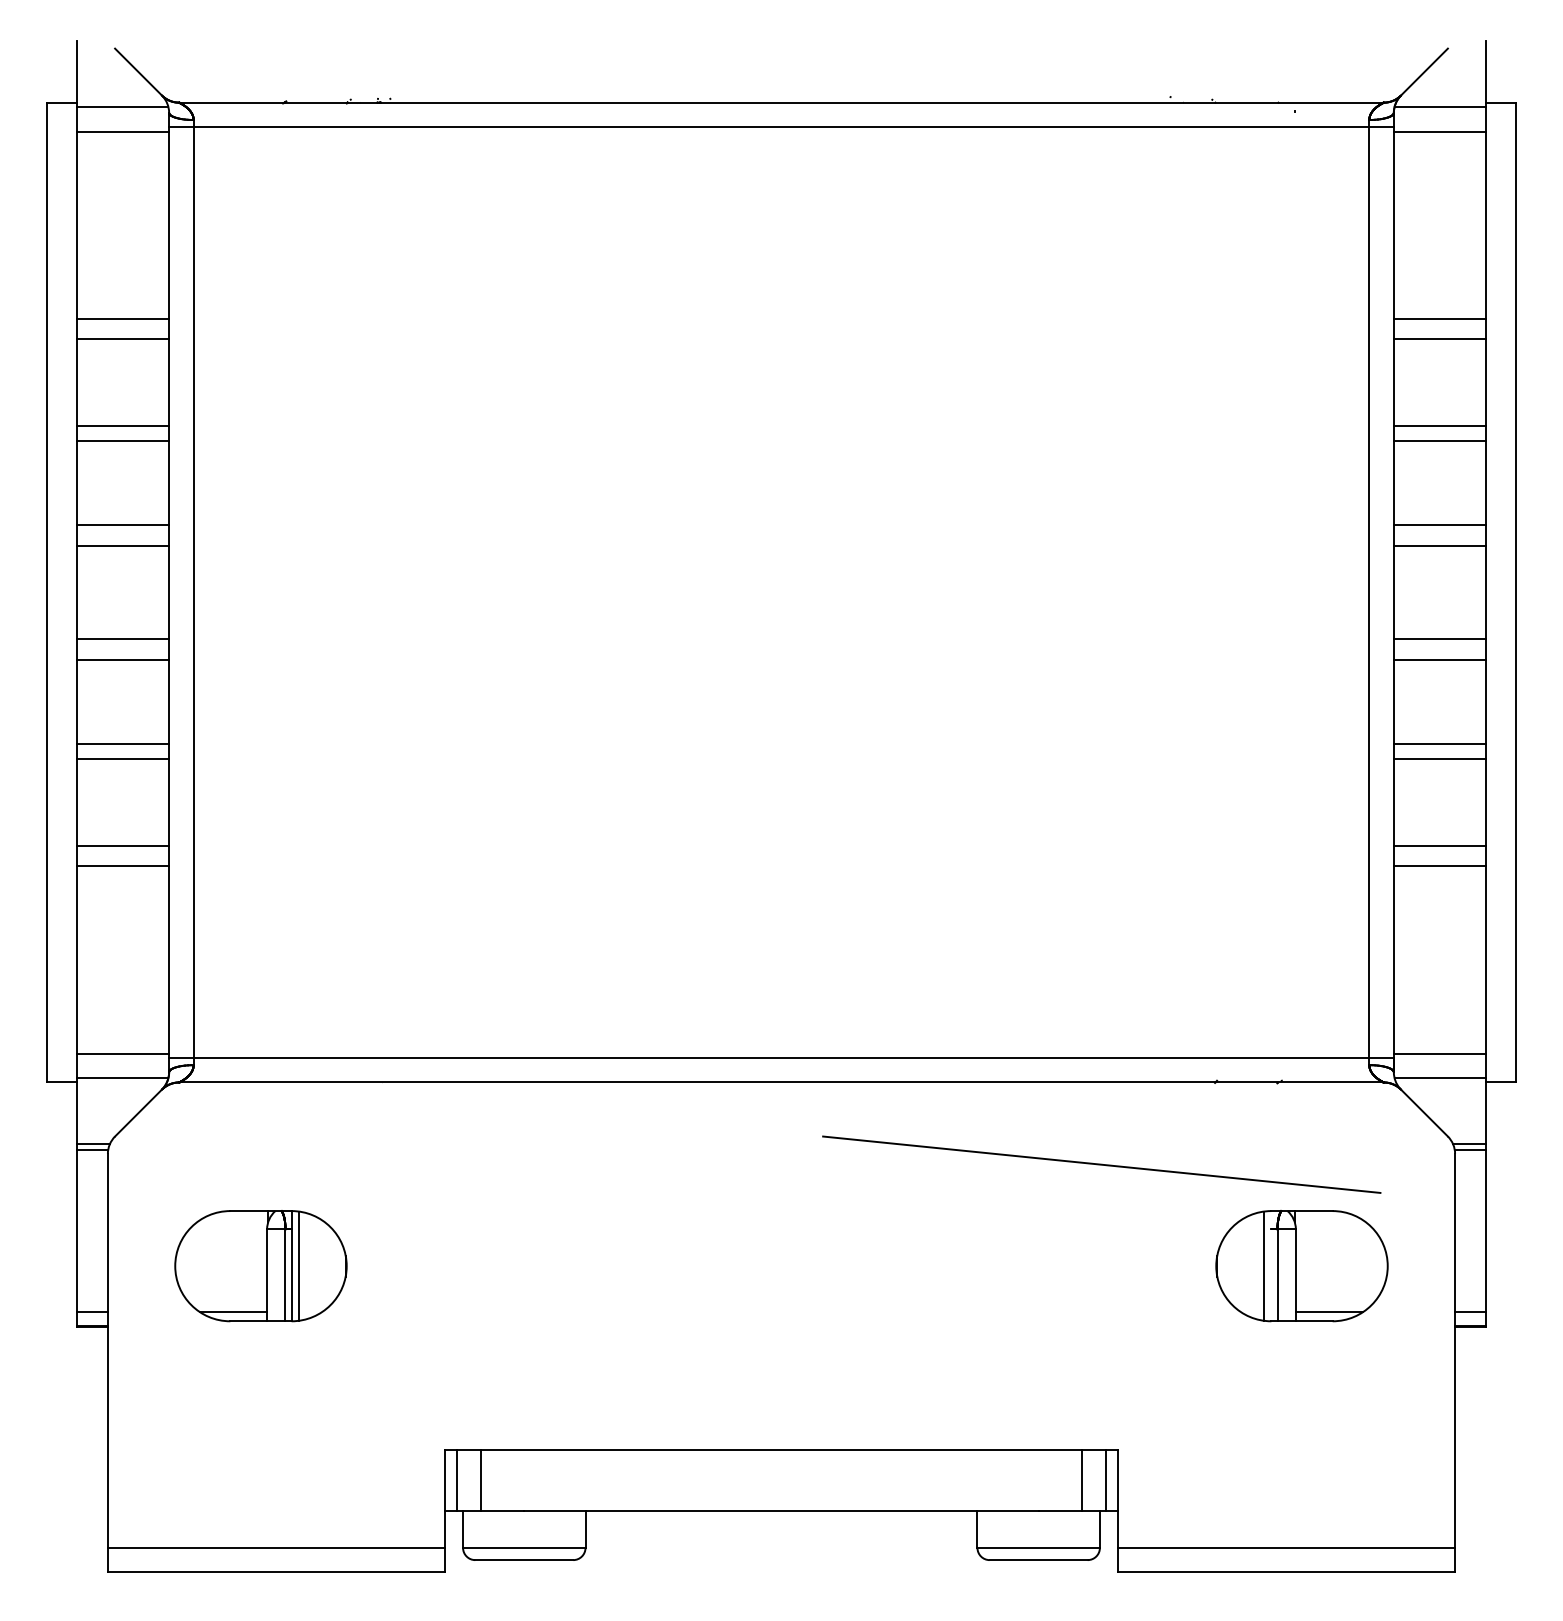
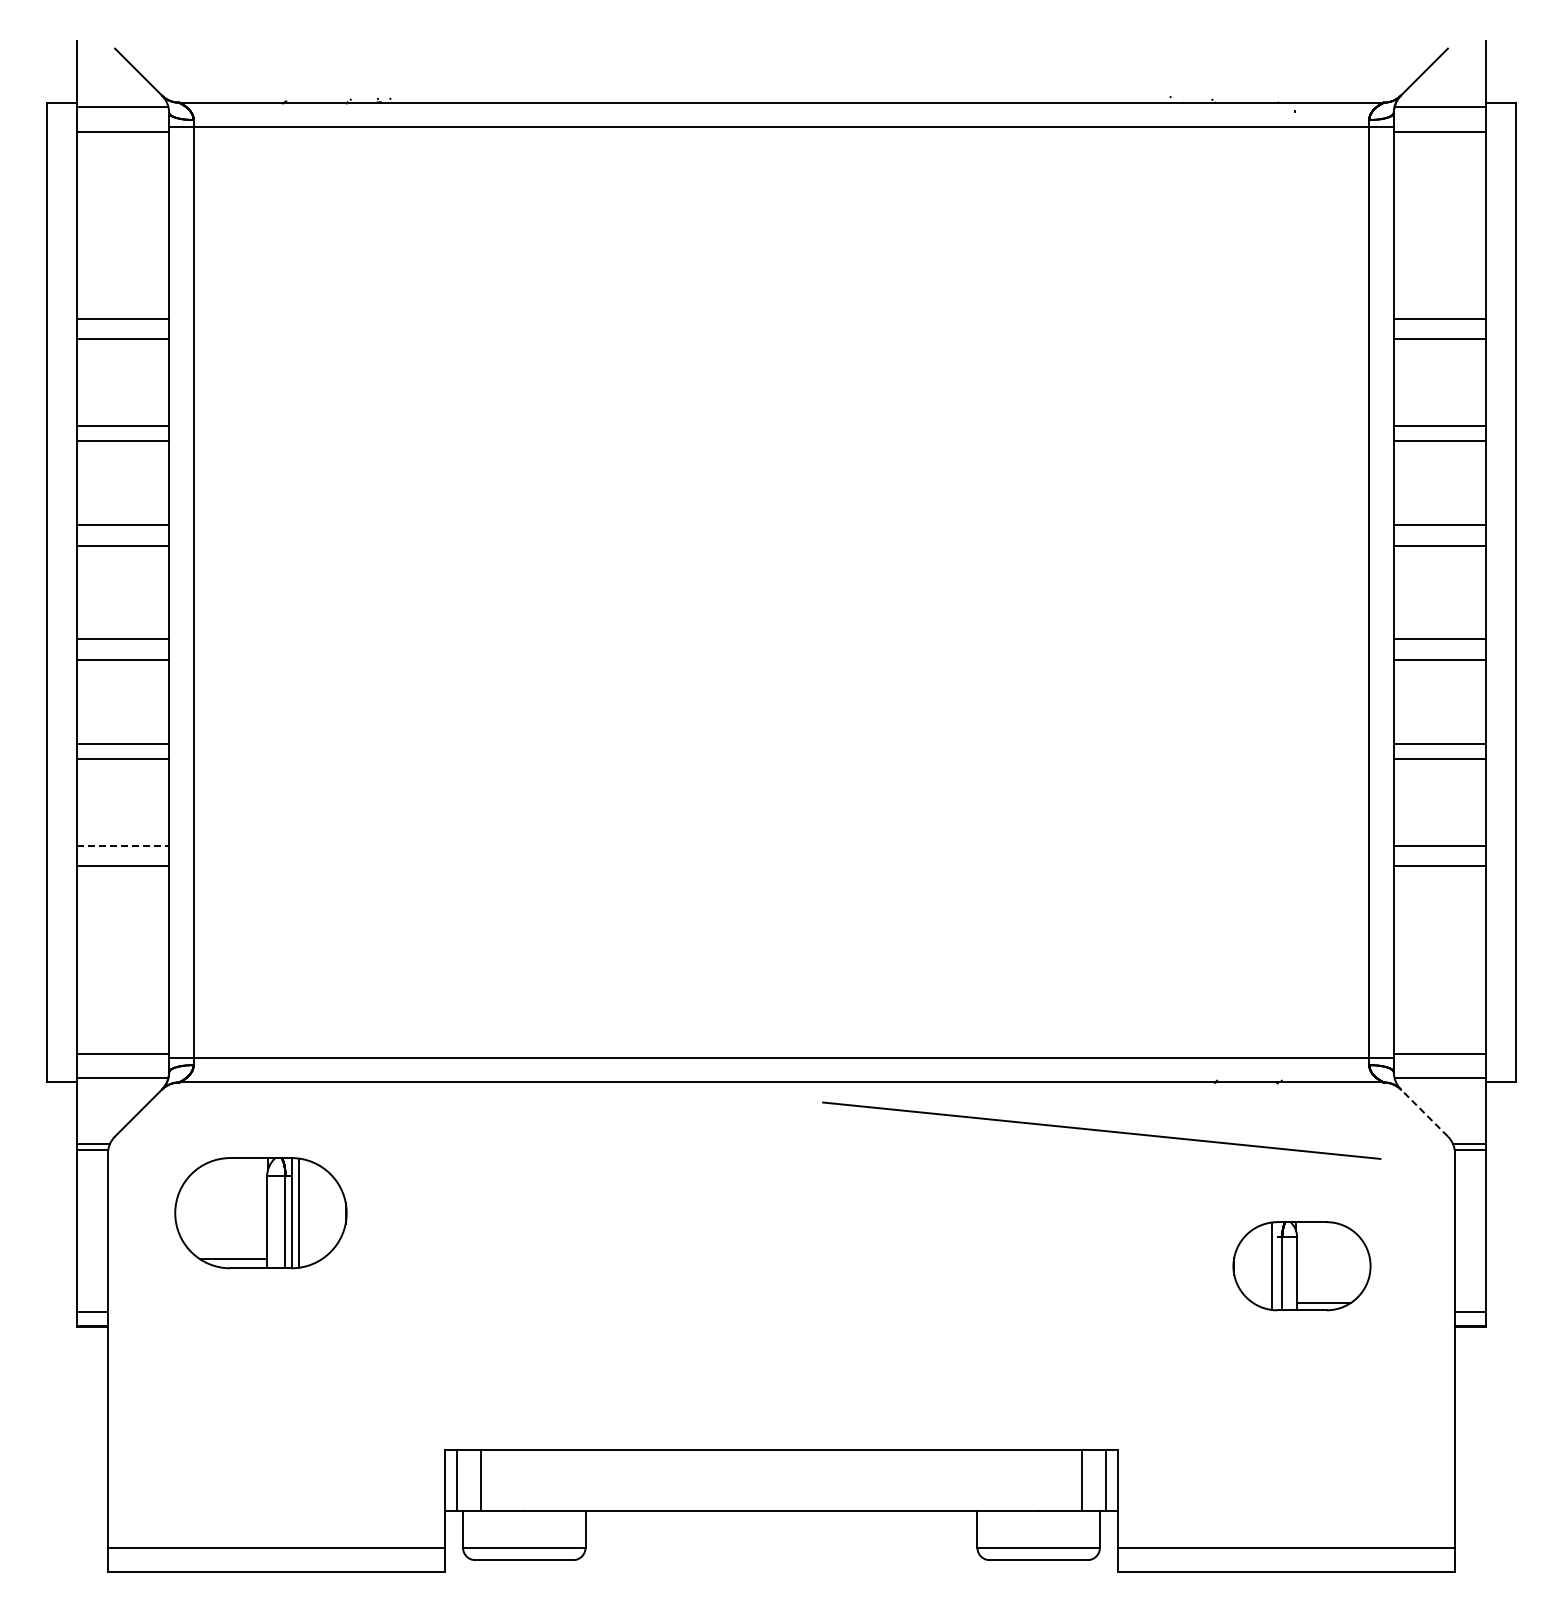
line at (123, 846): solid -> dashed
line at (1424, 1112): solid -> dashed
line at (1101, 1164) position: (1101, 1164) -> (1101, 1130)
part at (260, 1266) position: (260, 1266) -> (260, 1213)
part at (1301, 1266) size: 174x113 px -> 140x91 px
